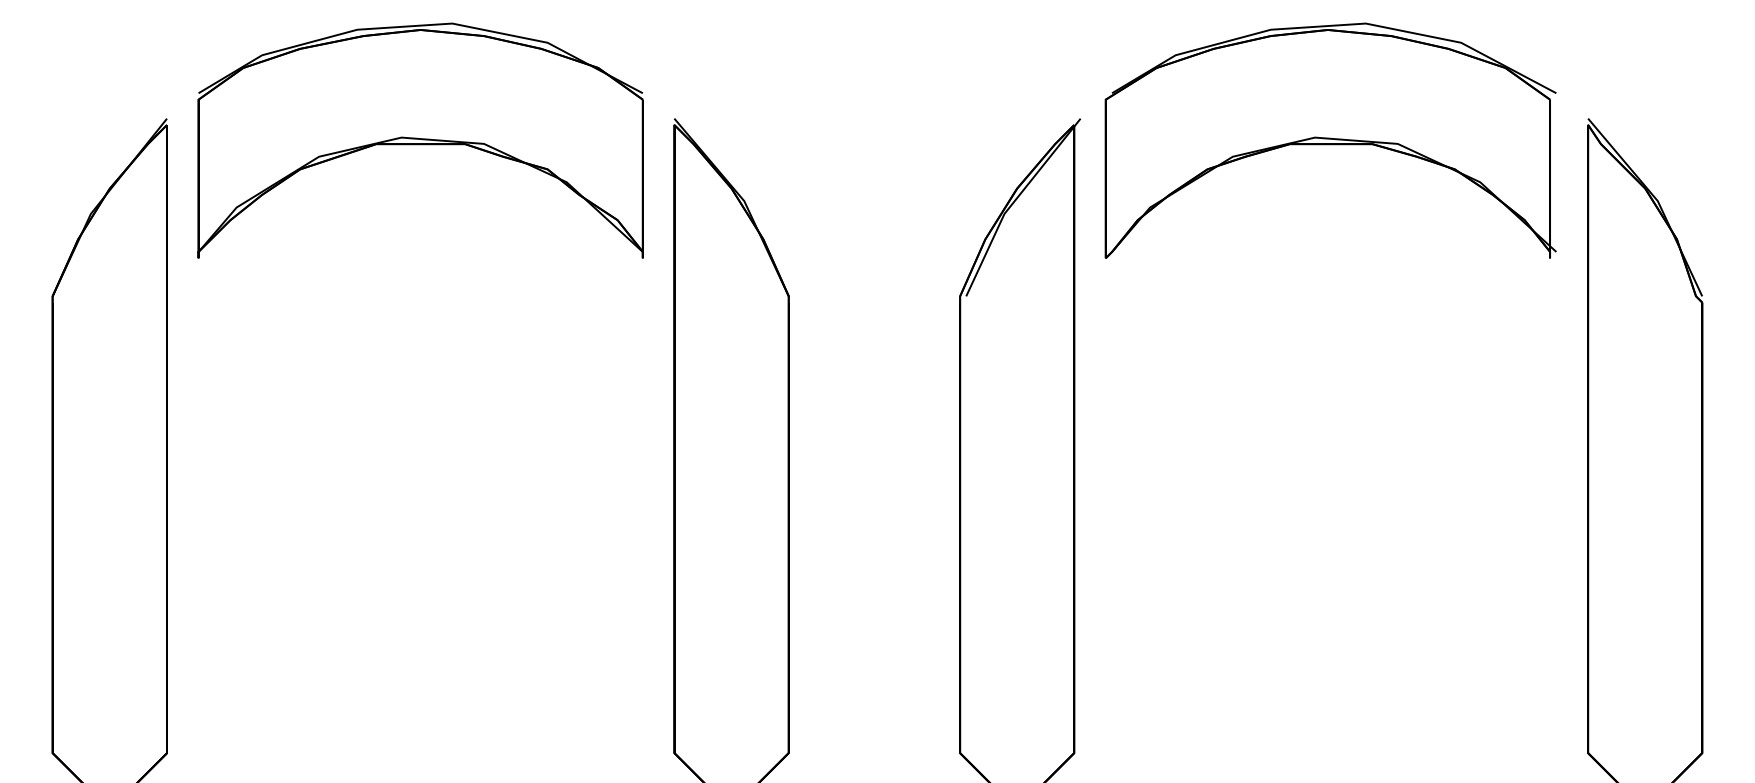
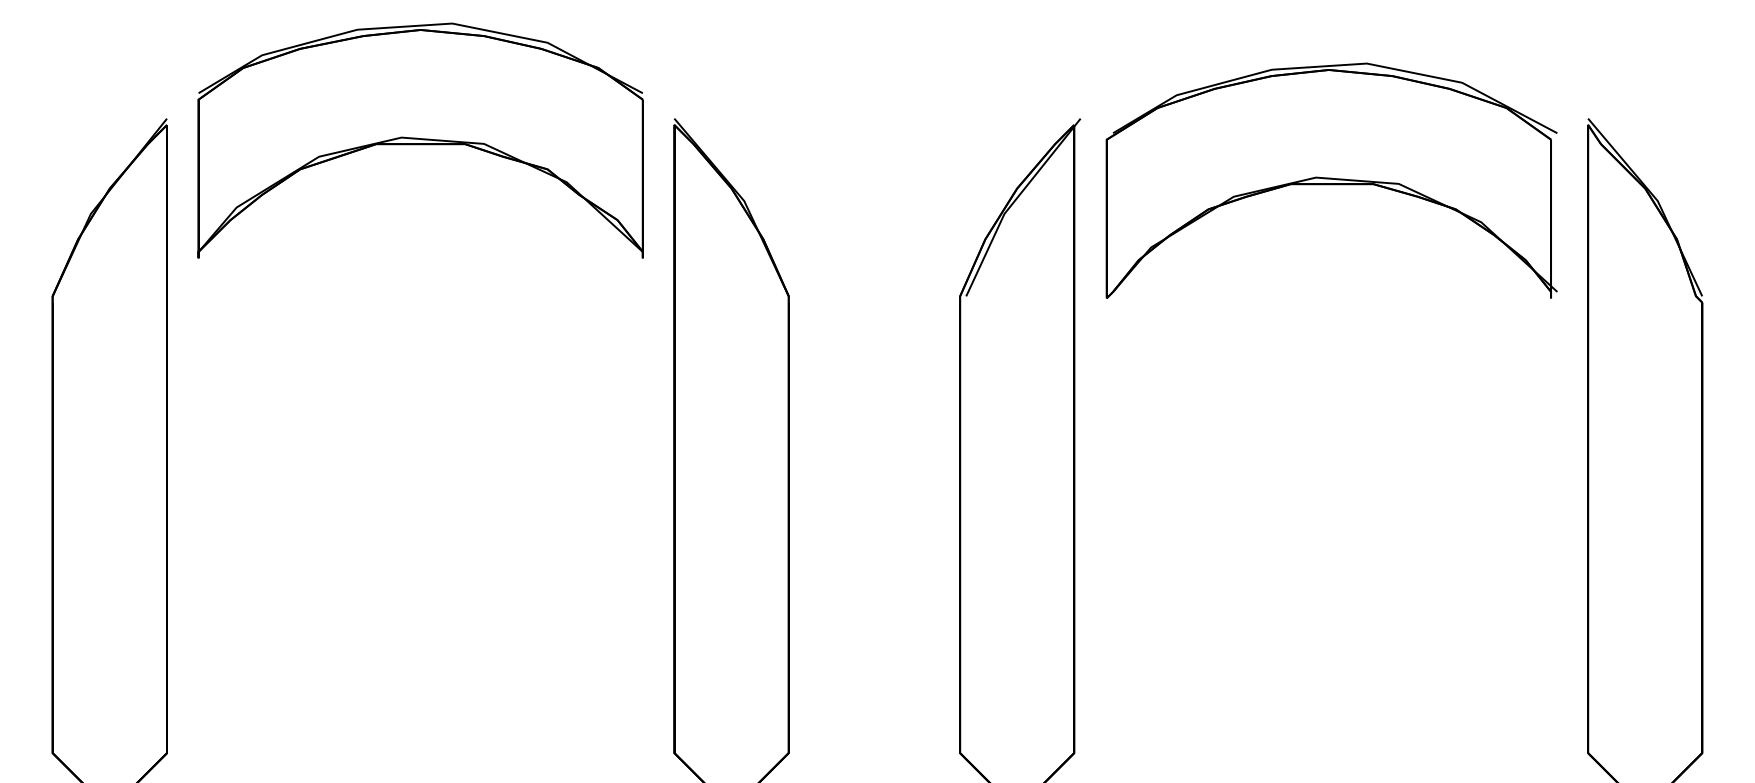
part at (1330, 140) position: (1330, 140) -> (1331, 180)
